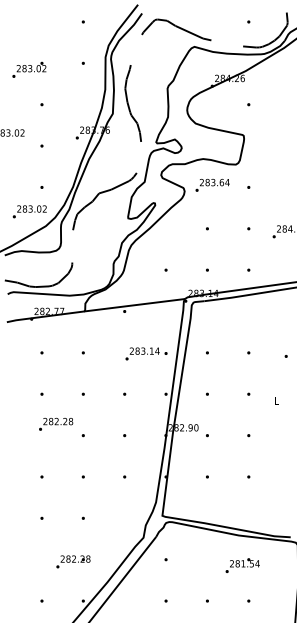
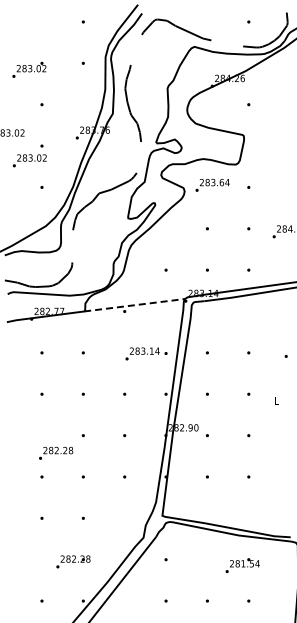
text at (29, 211) position: (29, 211) -> (29, 160)
line at (134, 305): solid -> dashed
text at (56, 423) position: (56, 423) -> (56, 452)
